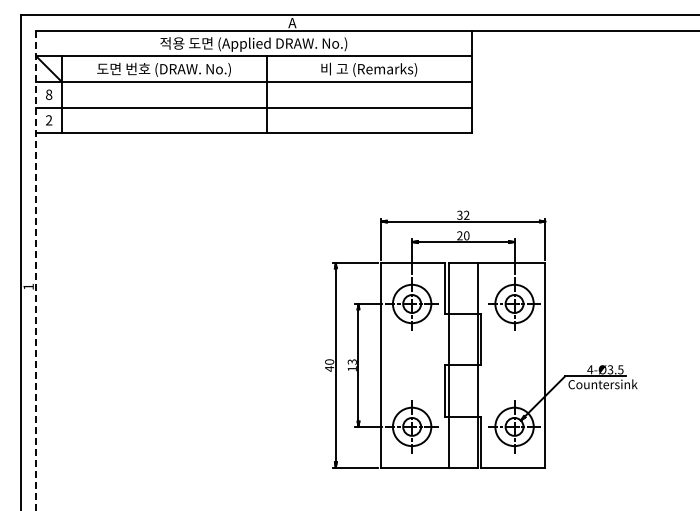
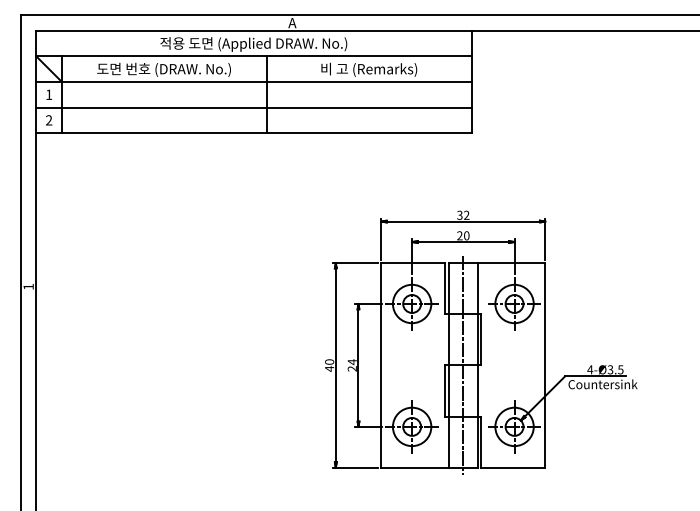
text at (49, 94): 8 -> 1
line at (36, 270): dashed -> solid
text at (351, 365): 13 -> 24
line at (463, 365): none -> present
